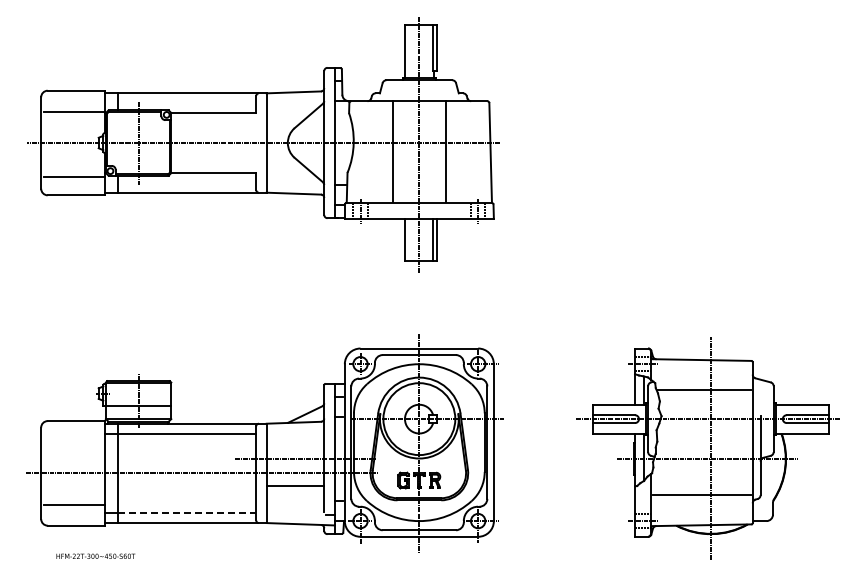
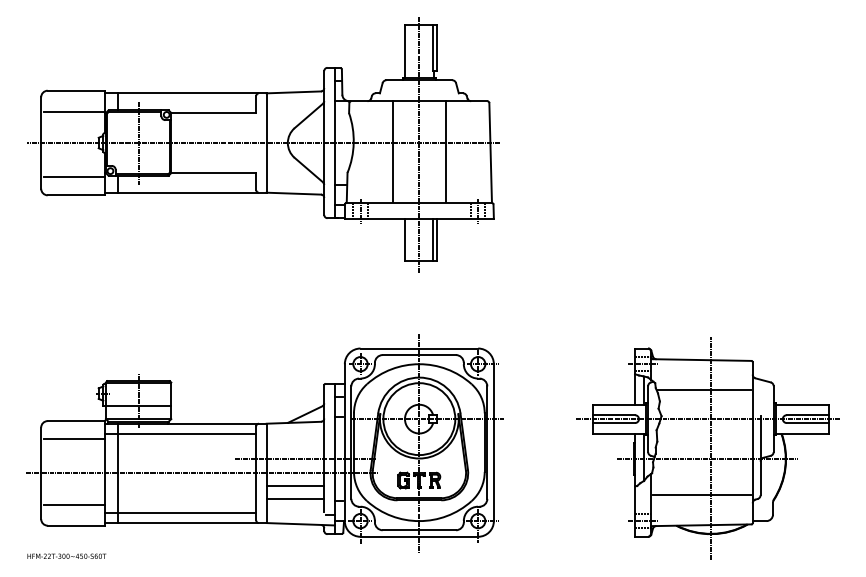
line at (74, 439): none -> present
line at (295, 499): none -> present
line at (187, 512): dashed -> solid
text at (95, 555) position: (95, 555) -> (66, 555)
